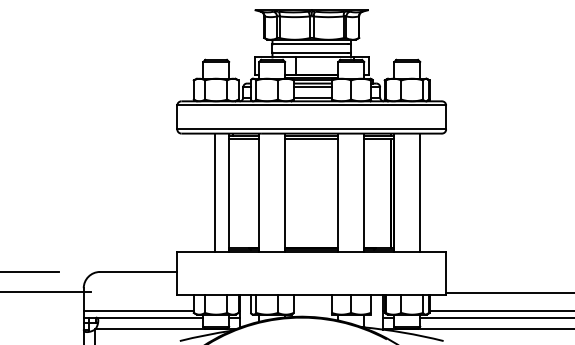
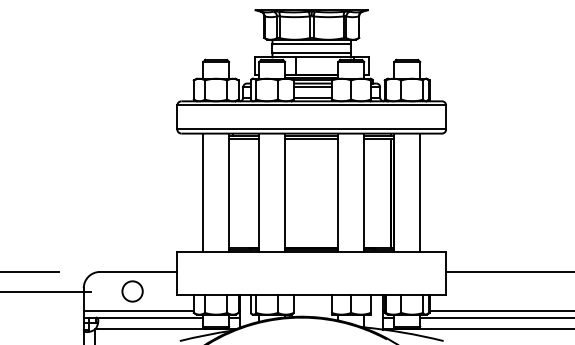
line at (215, 192) position: (215, 192) -> (203, 192)
circle at (132, 291): none -> present
line at (508, 292) position: (508, 292) -> (508, 271)
